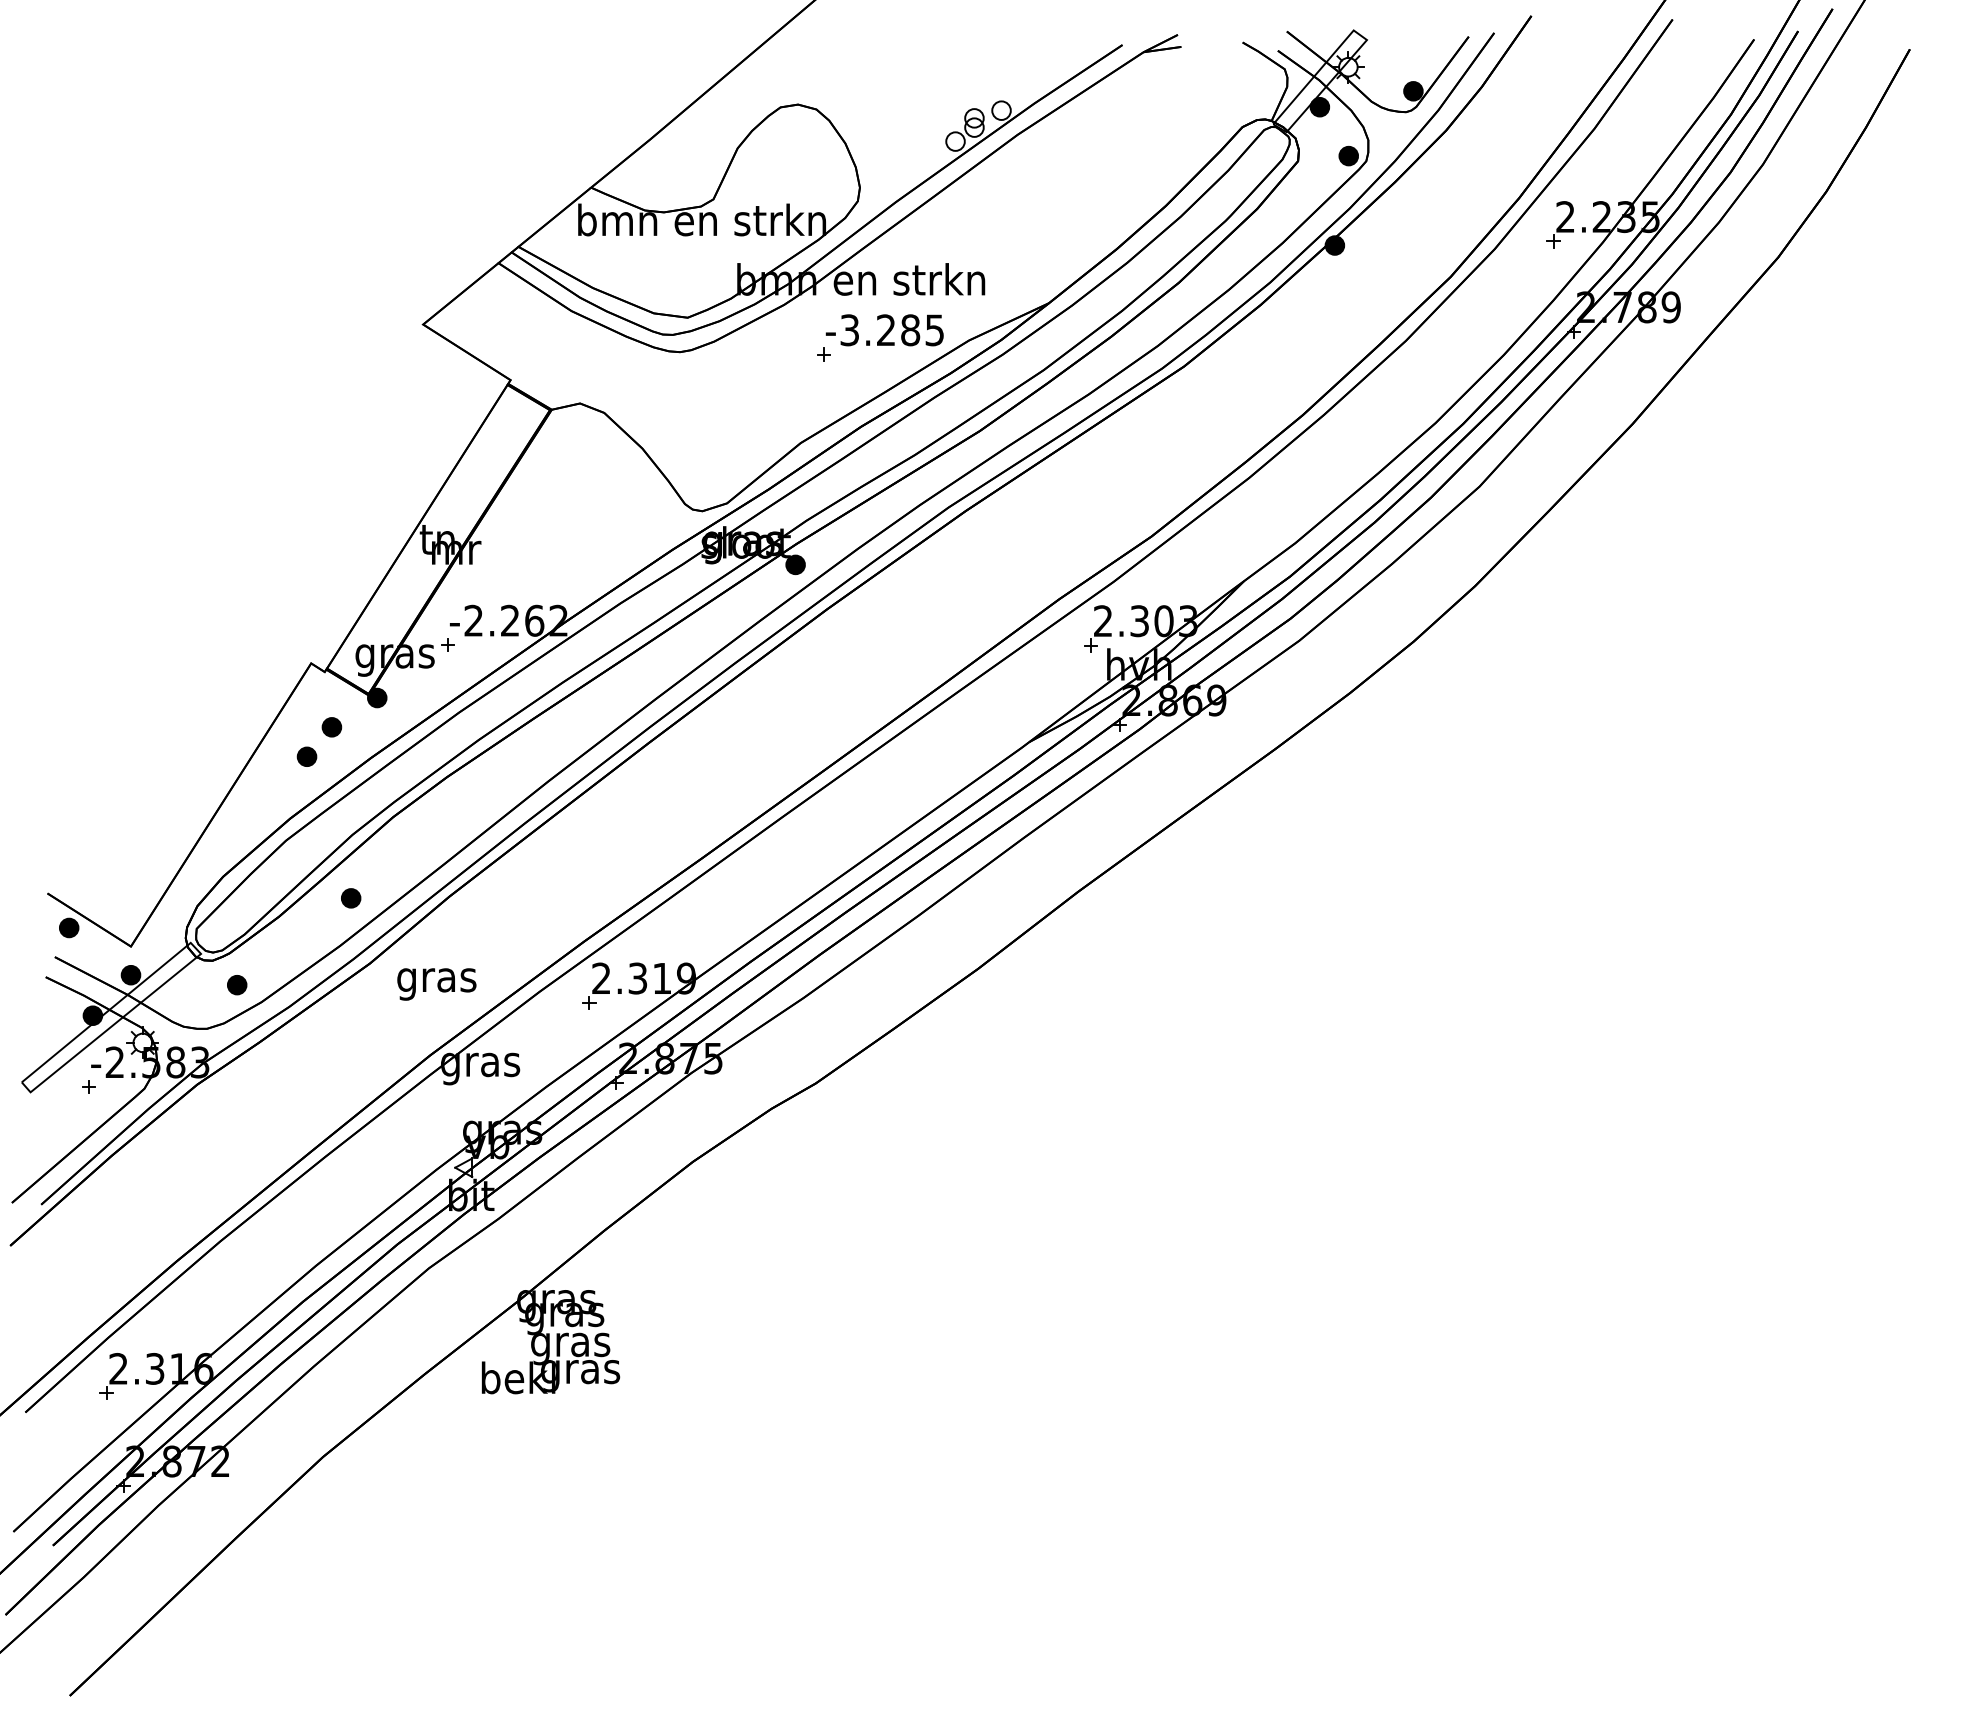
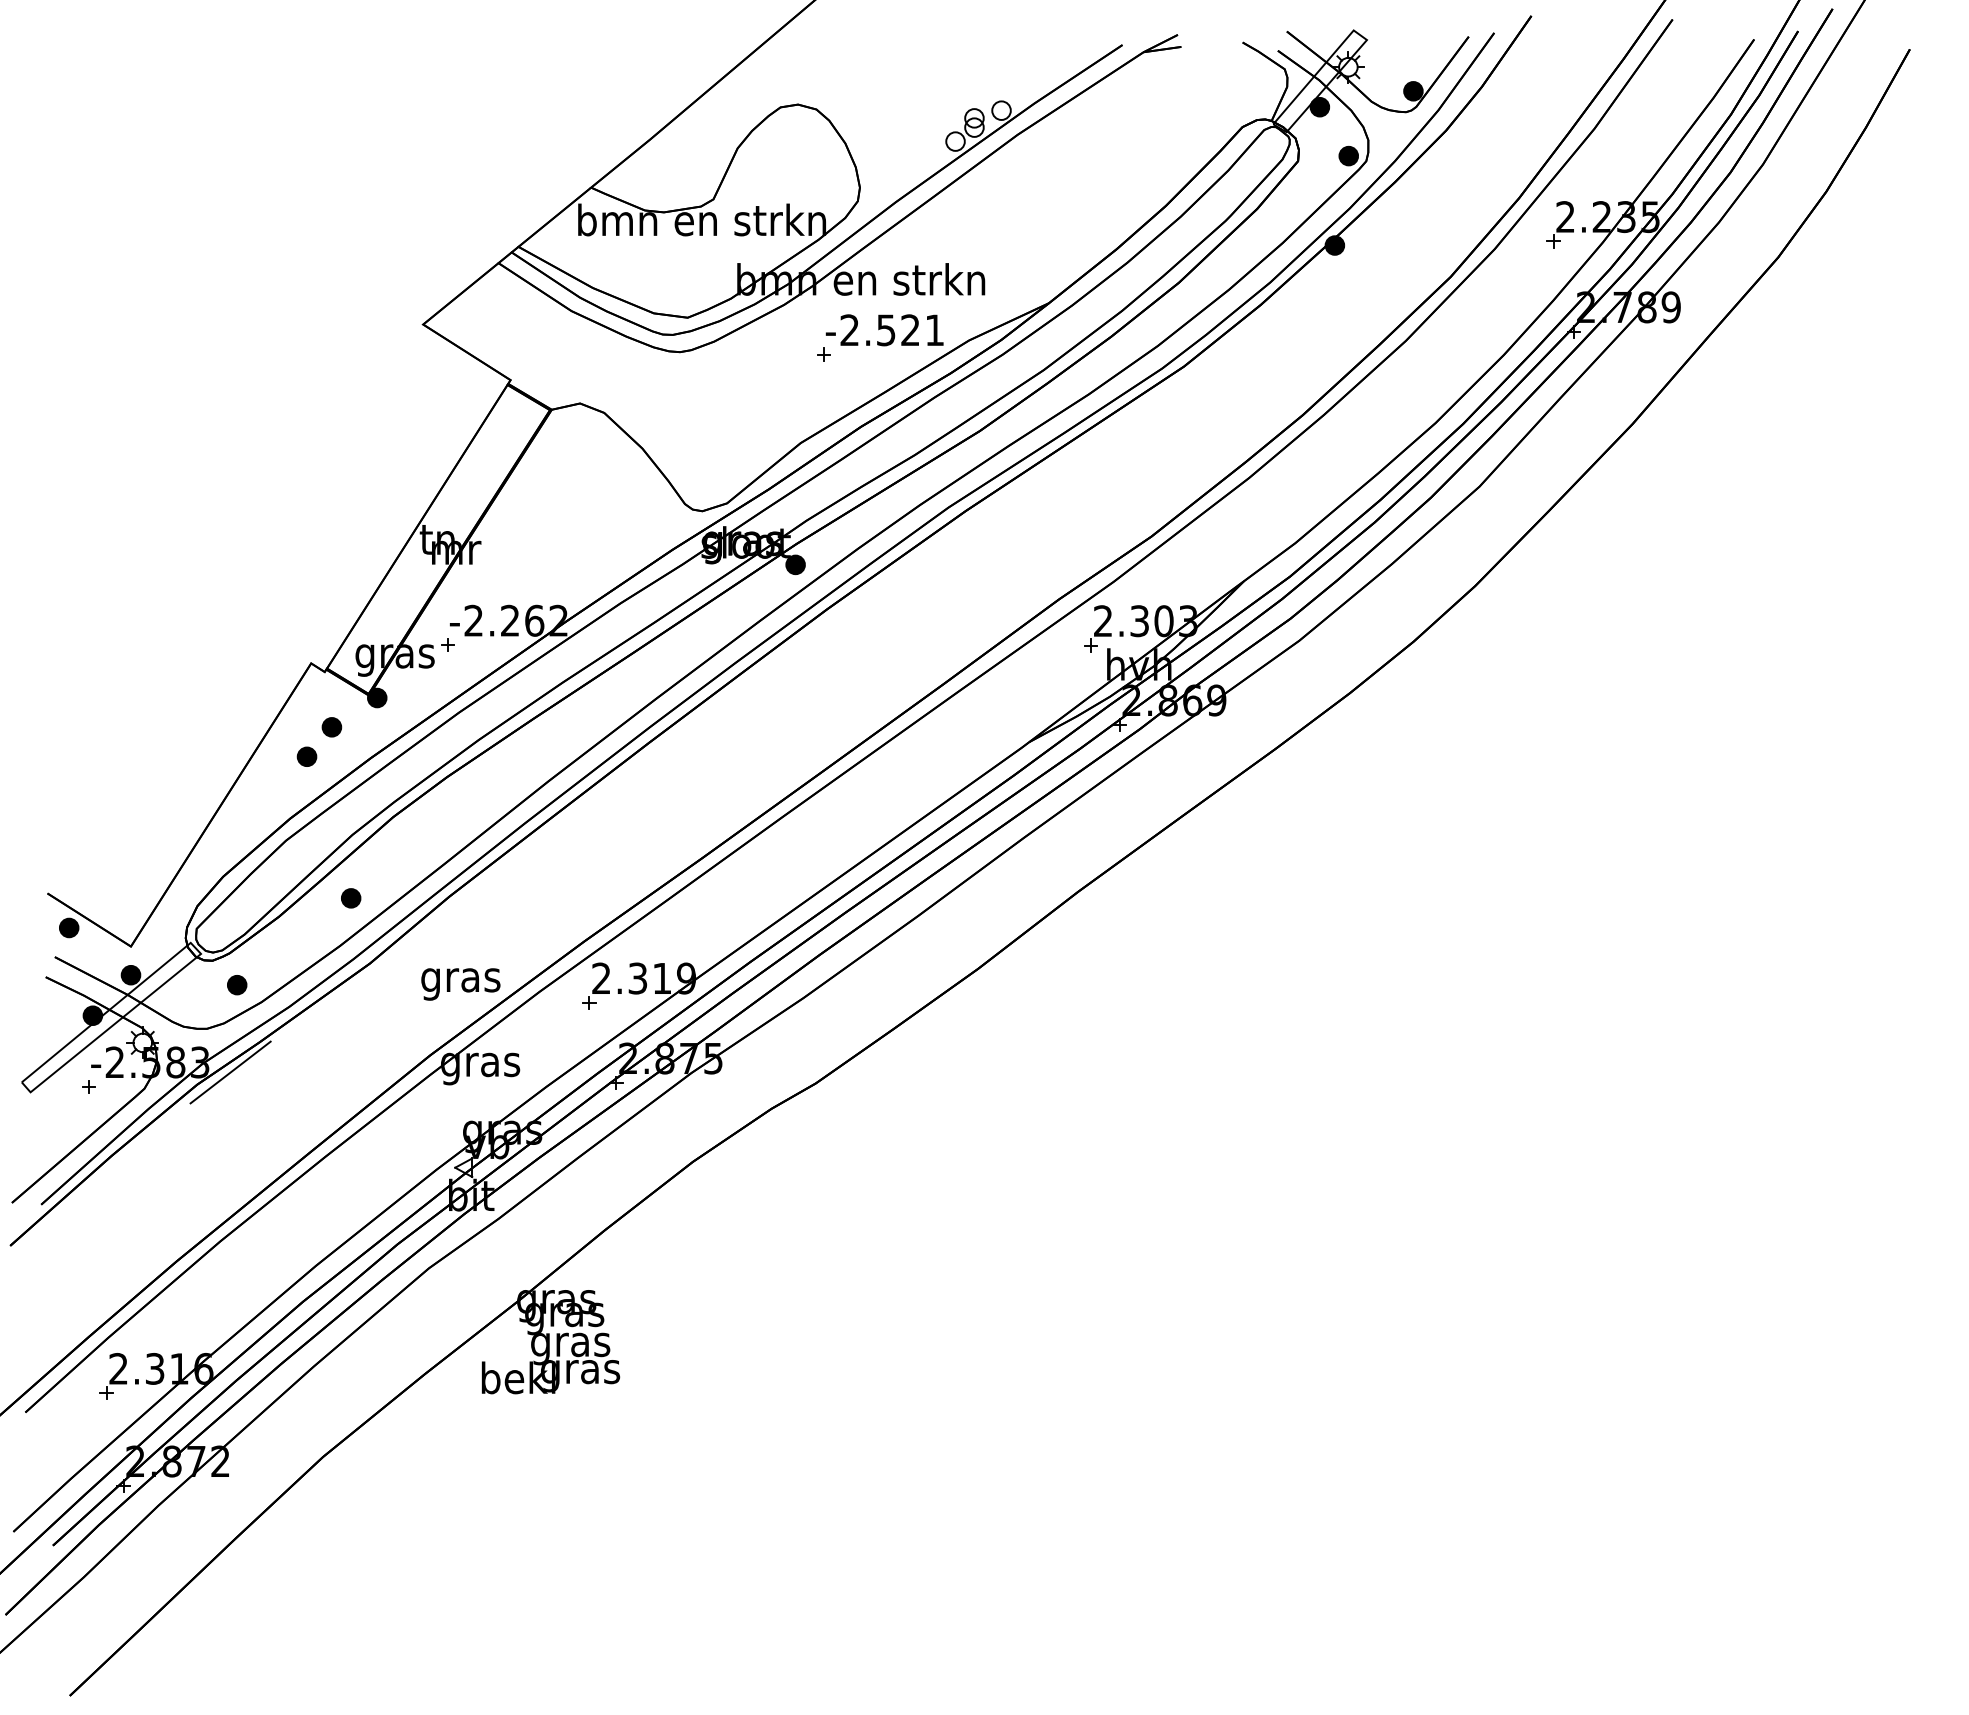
text at (891, 330): -3.285 -> -2.521
text at (436, 984) position: (436, 984) -> (460, 984)
line at (230, 1072): none -> present
